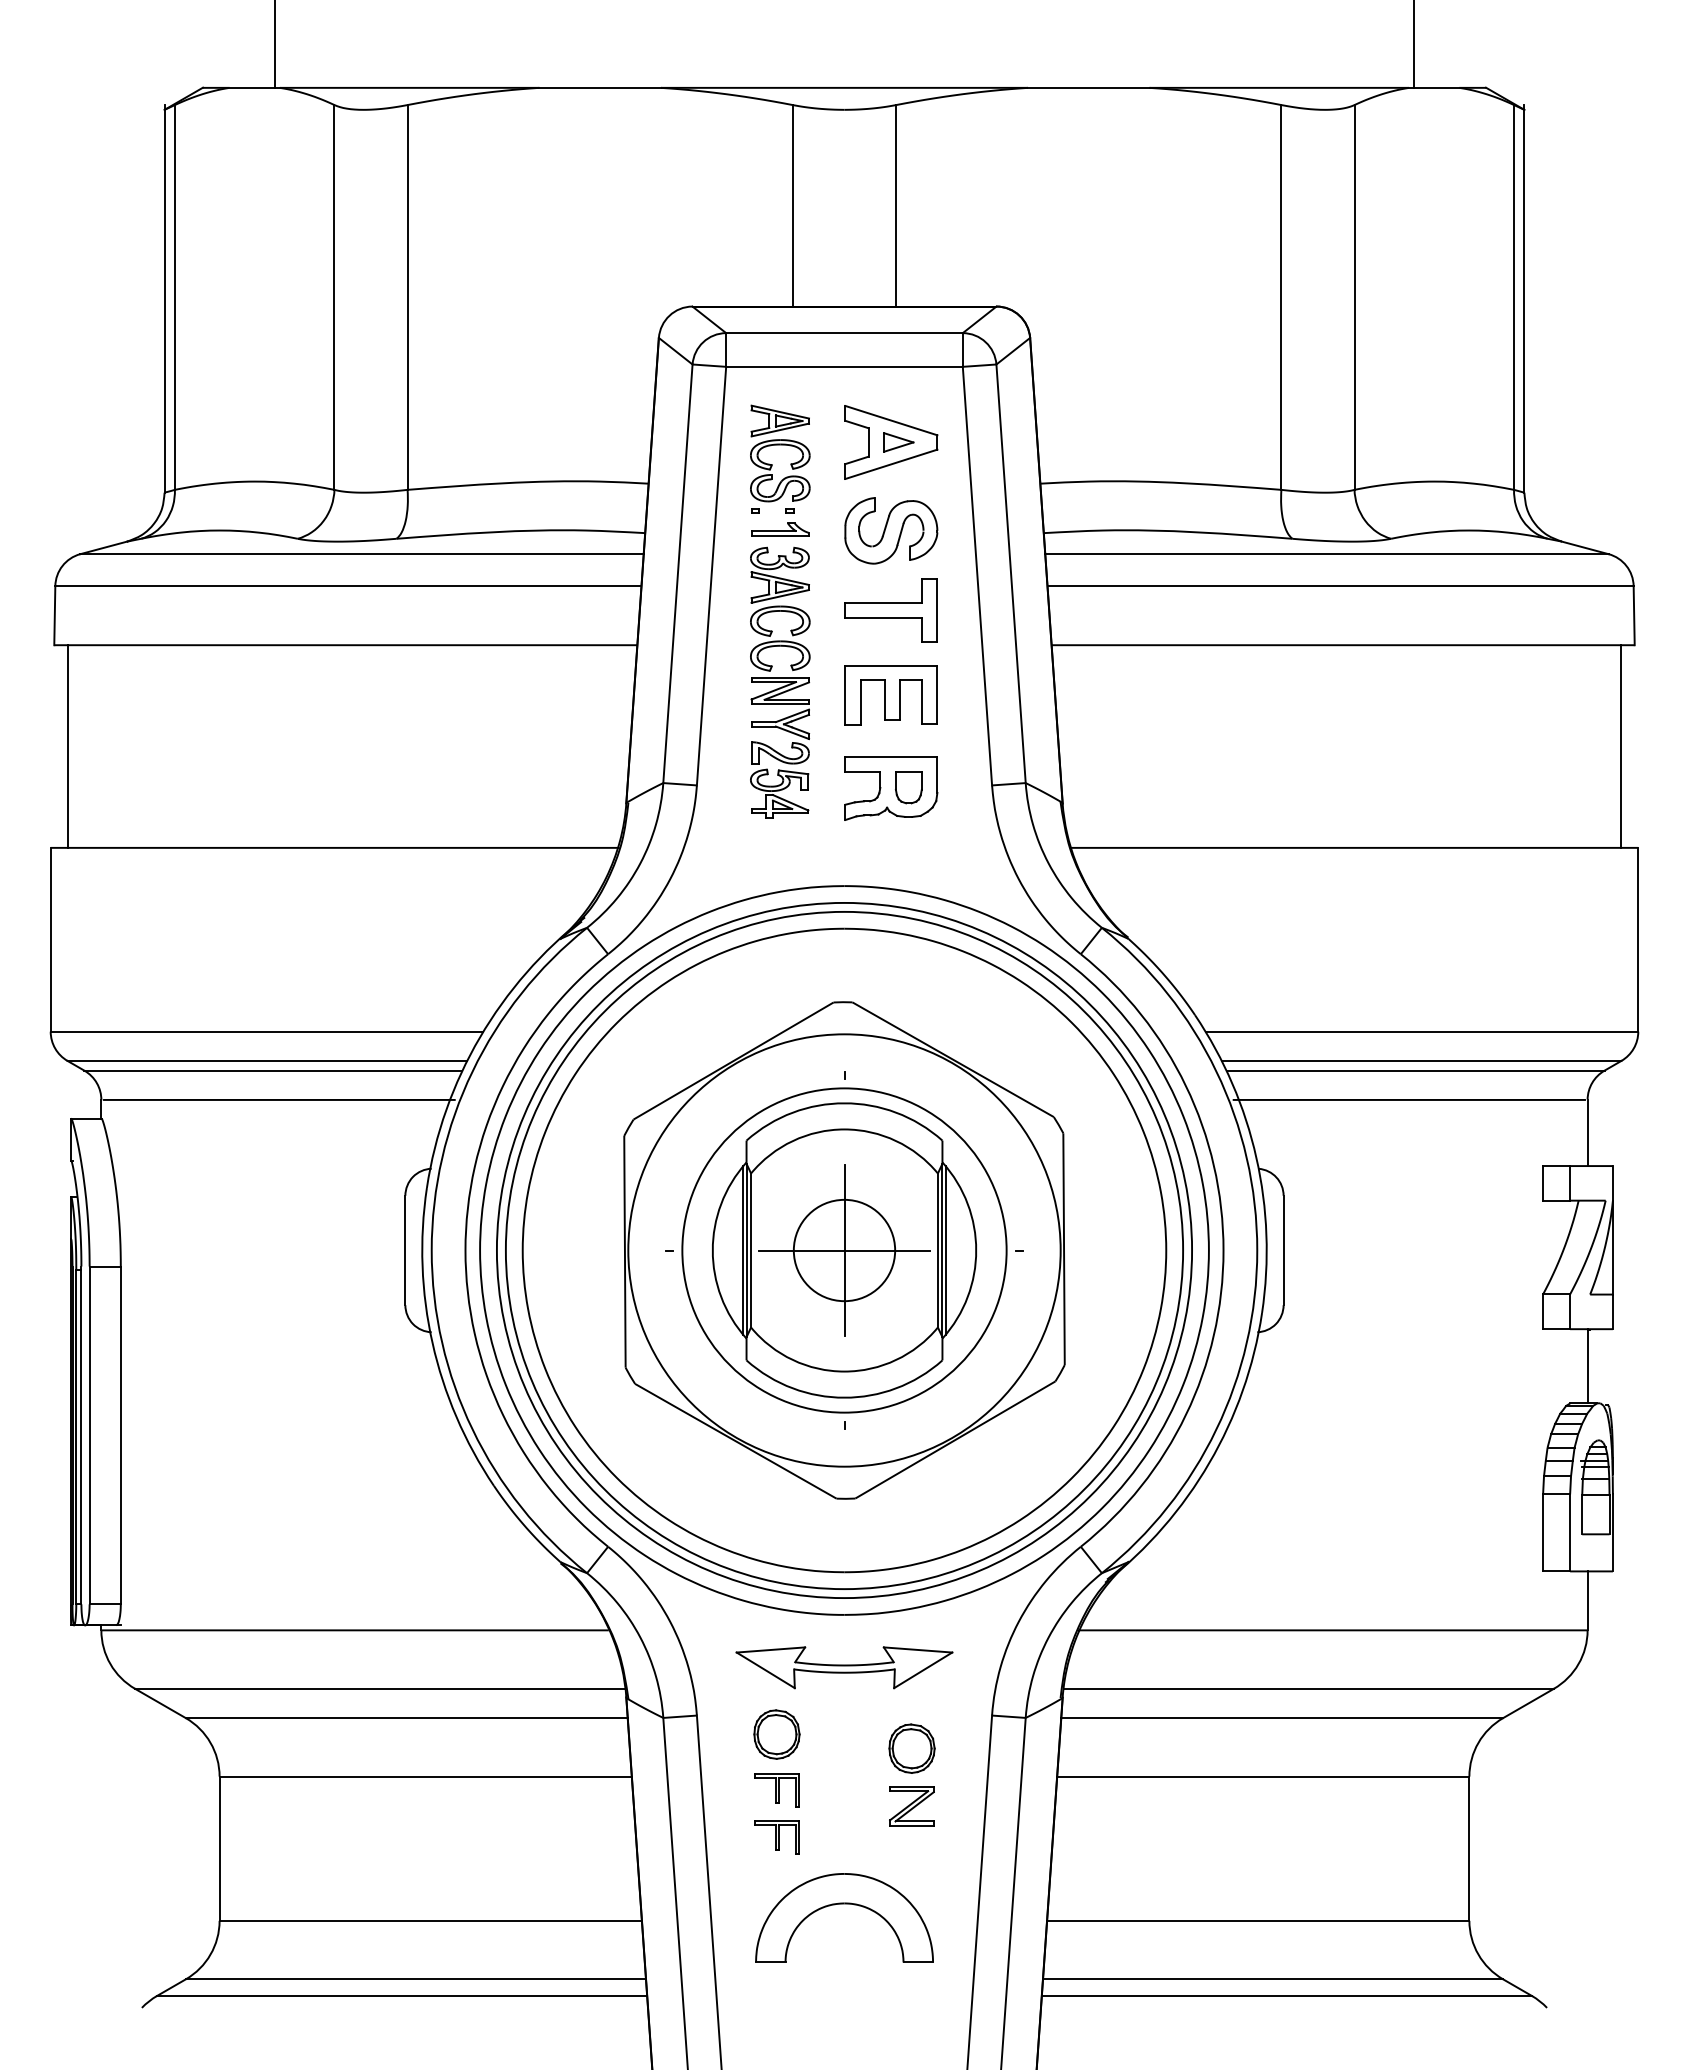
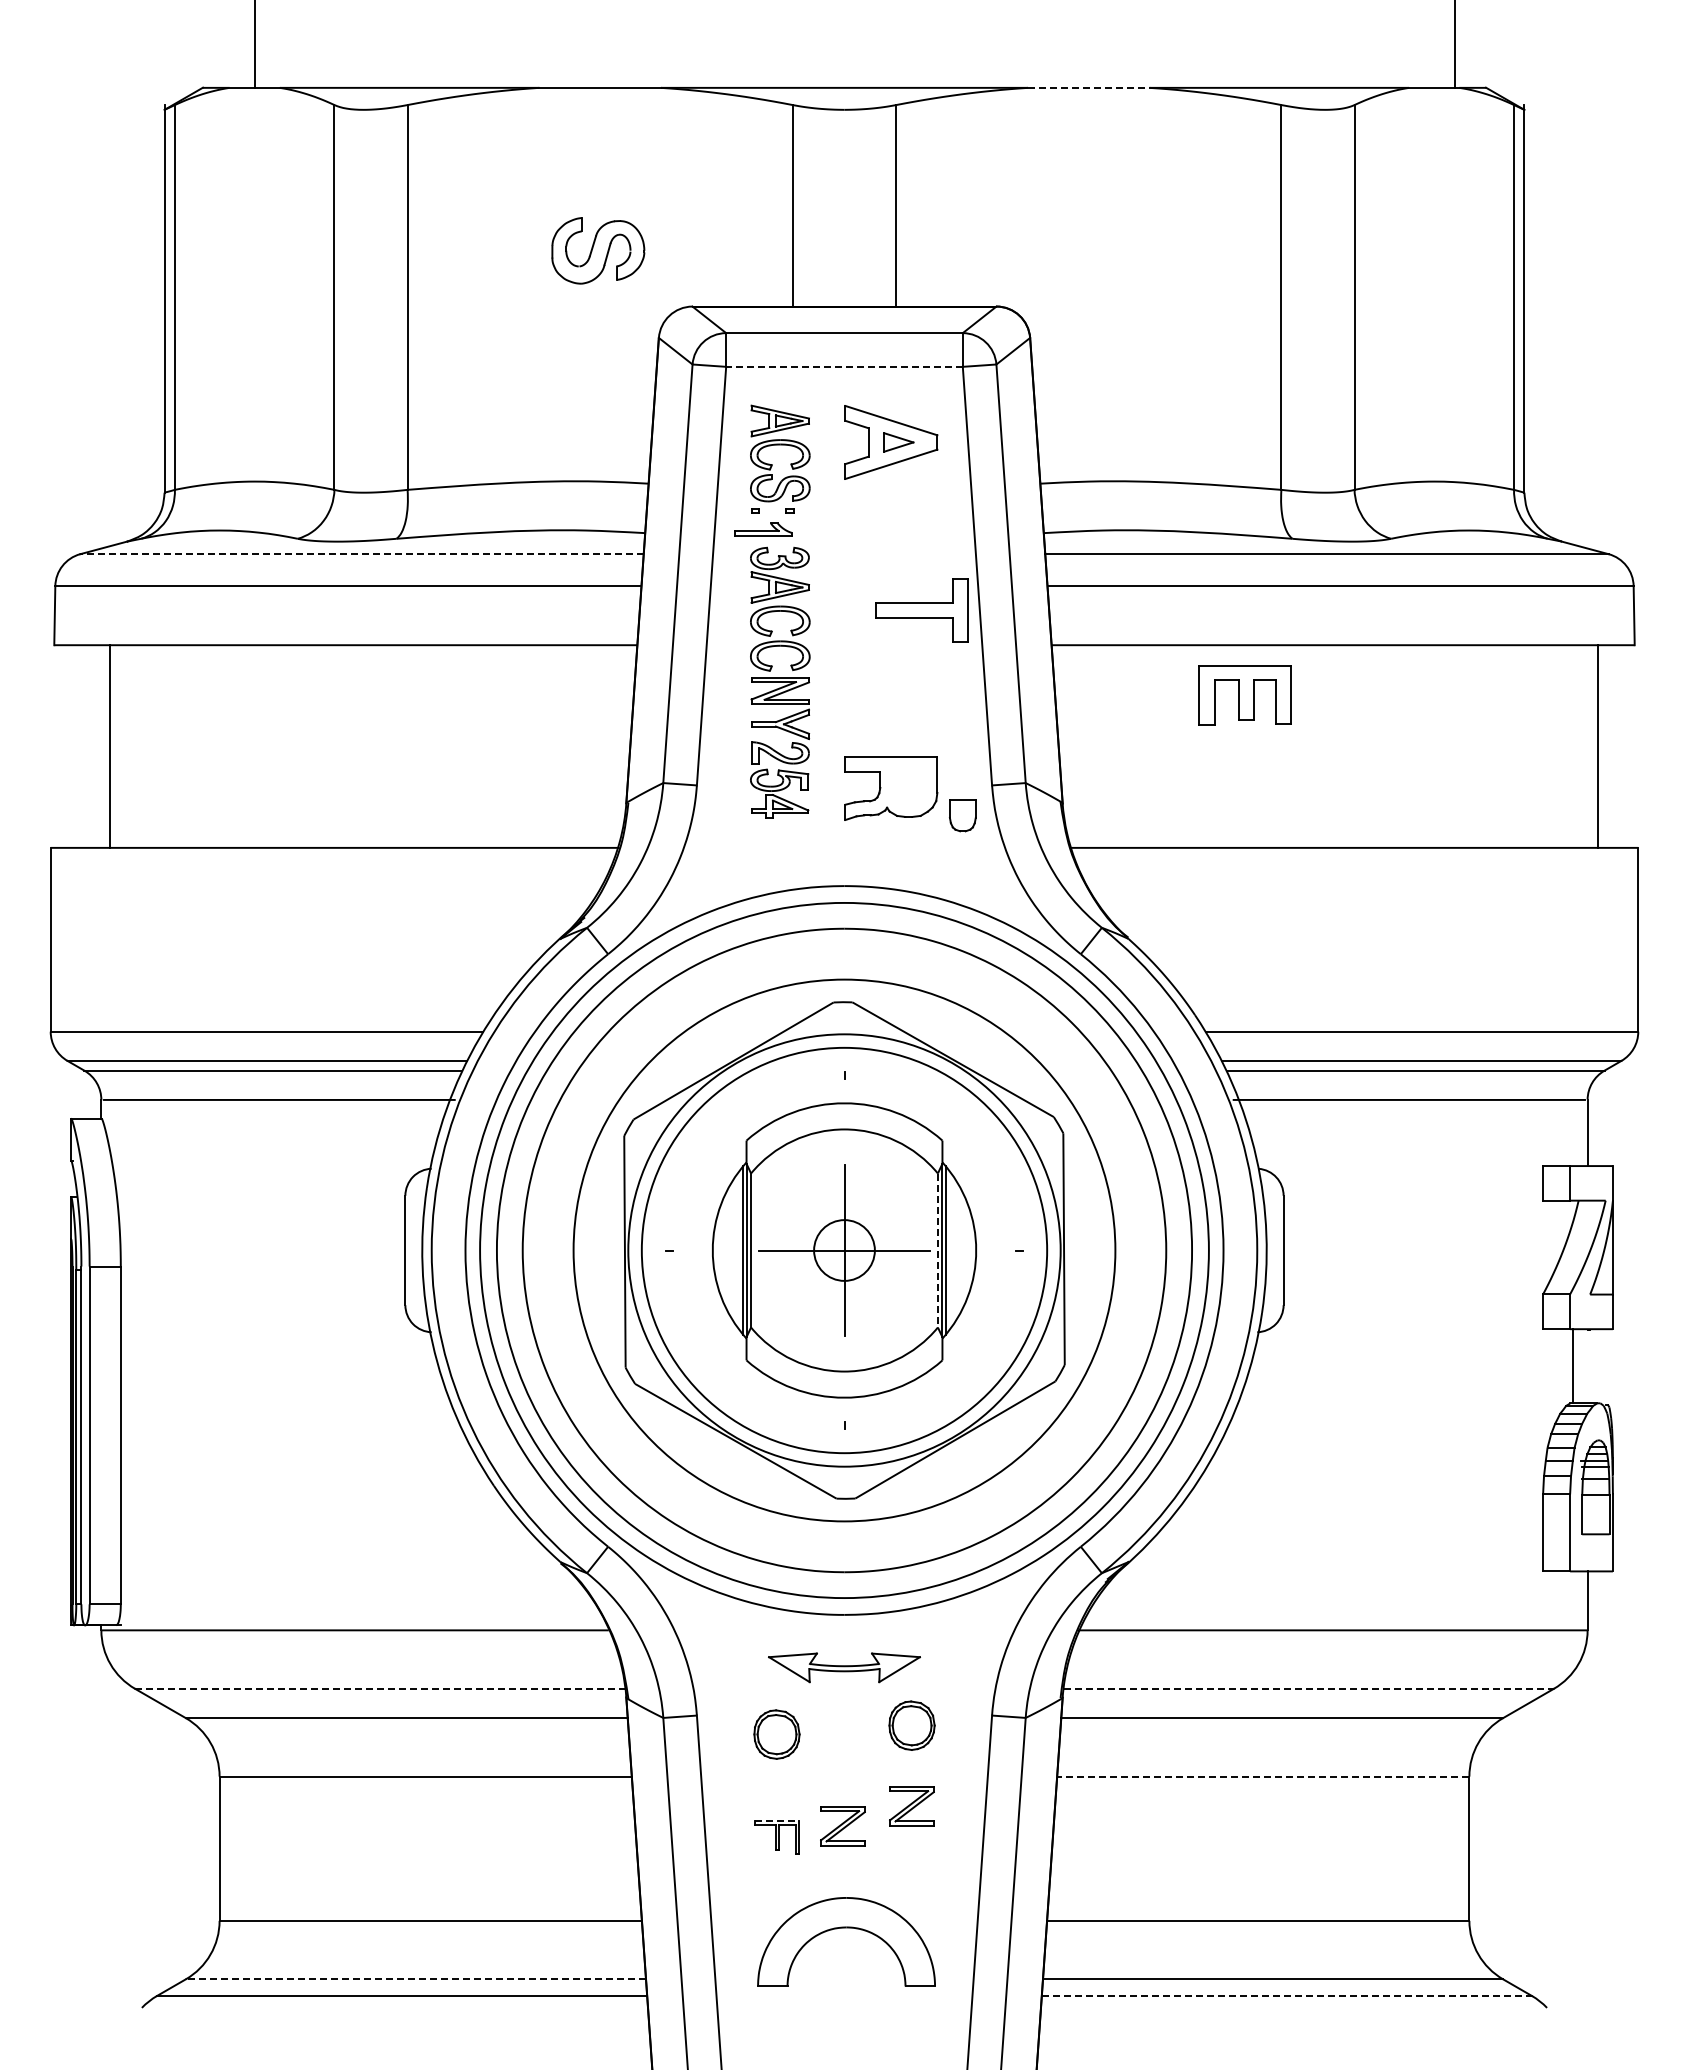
line at (275, 44) position: (275, 44) -> (255, 44)
line at (1413, 44) position: (1413, 44) -> (1454, 44)
line at (1088, 87): solid -> dashed
line at (844, 366): solid -> dashed
part at (780, 529) position: (780, 529) -> (763, 529)
part at (891, 530) position: (891, 530) -> (598, 250)
line at (362, 554): solid -> dashed
part at (890, 610) position: (890, 610) -> (921, 610)
part at (890, 695) position: (890, 695) -> (1244, 695)
line at (67, 746) position: (67, 746) -> (109, 746)
line at (1621, 746) position: (1621, 746) -> (1598, 746)
part at (908, 787) position: (908, 787) -> (962, 815)
circle at (844, 1250) diameter: 101 px -> 61 px
circle at (844, 1250) diameter: 324 px -> 405 px
circle at (844, 1250) diameter: 677 px -> 542 px
line at (937, 1250): solid -> dashed
line at (1587, 1366) position: (1587, 1366) -> (1572, 1366)
part at (844, 1667) size: 219x44 px -> 153x32 px
line at (380, 1688): solid -> dashed
line at (1309, 1688): solid -> dashed
part at (911, 1748) position: (911, 1748) -> (911, 1725)
line at (1262, 1776): solid -> dashed
part at (776, 1790): present -> none
line at (776, 1820): solid -> dashed
part at (842, 1826): none -> present
part at (844, 1904) position: (844, 1904) -> (846, 1928)
line at (415, 1979): solid -> dashed
line at (1287, 1995): solid -> dashed
